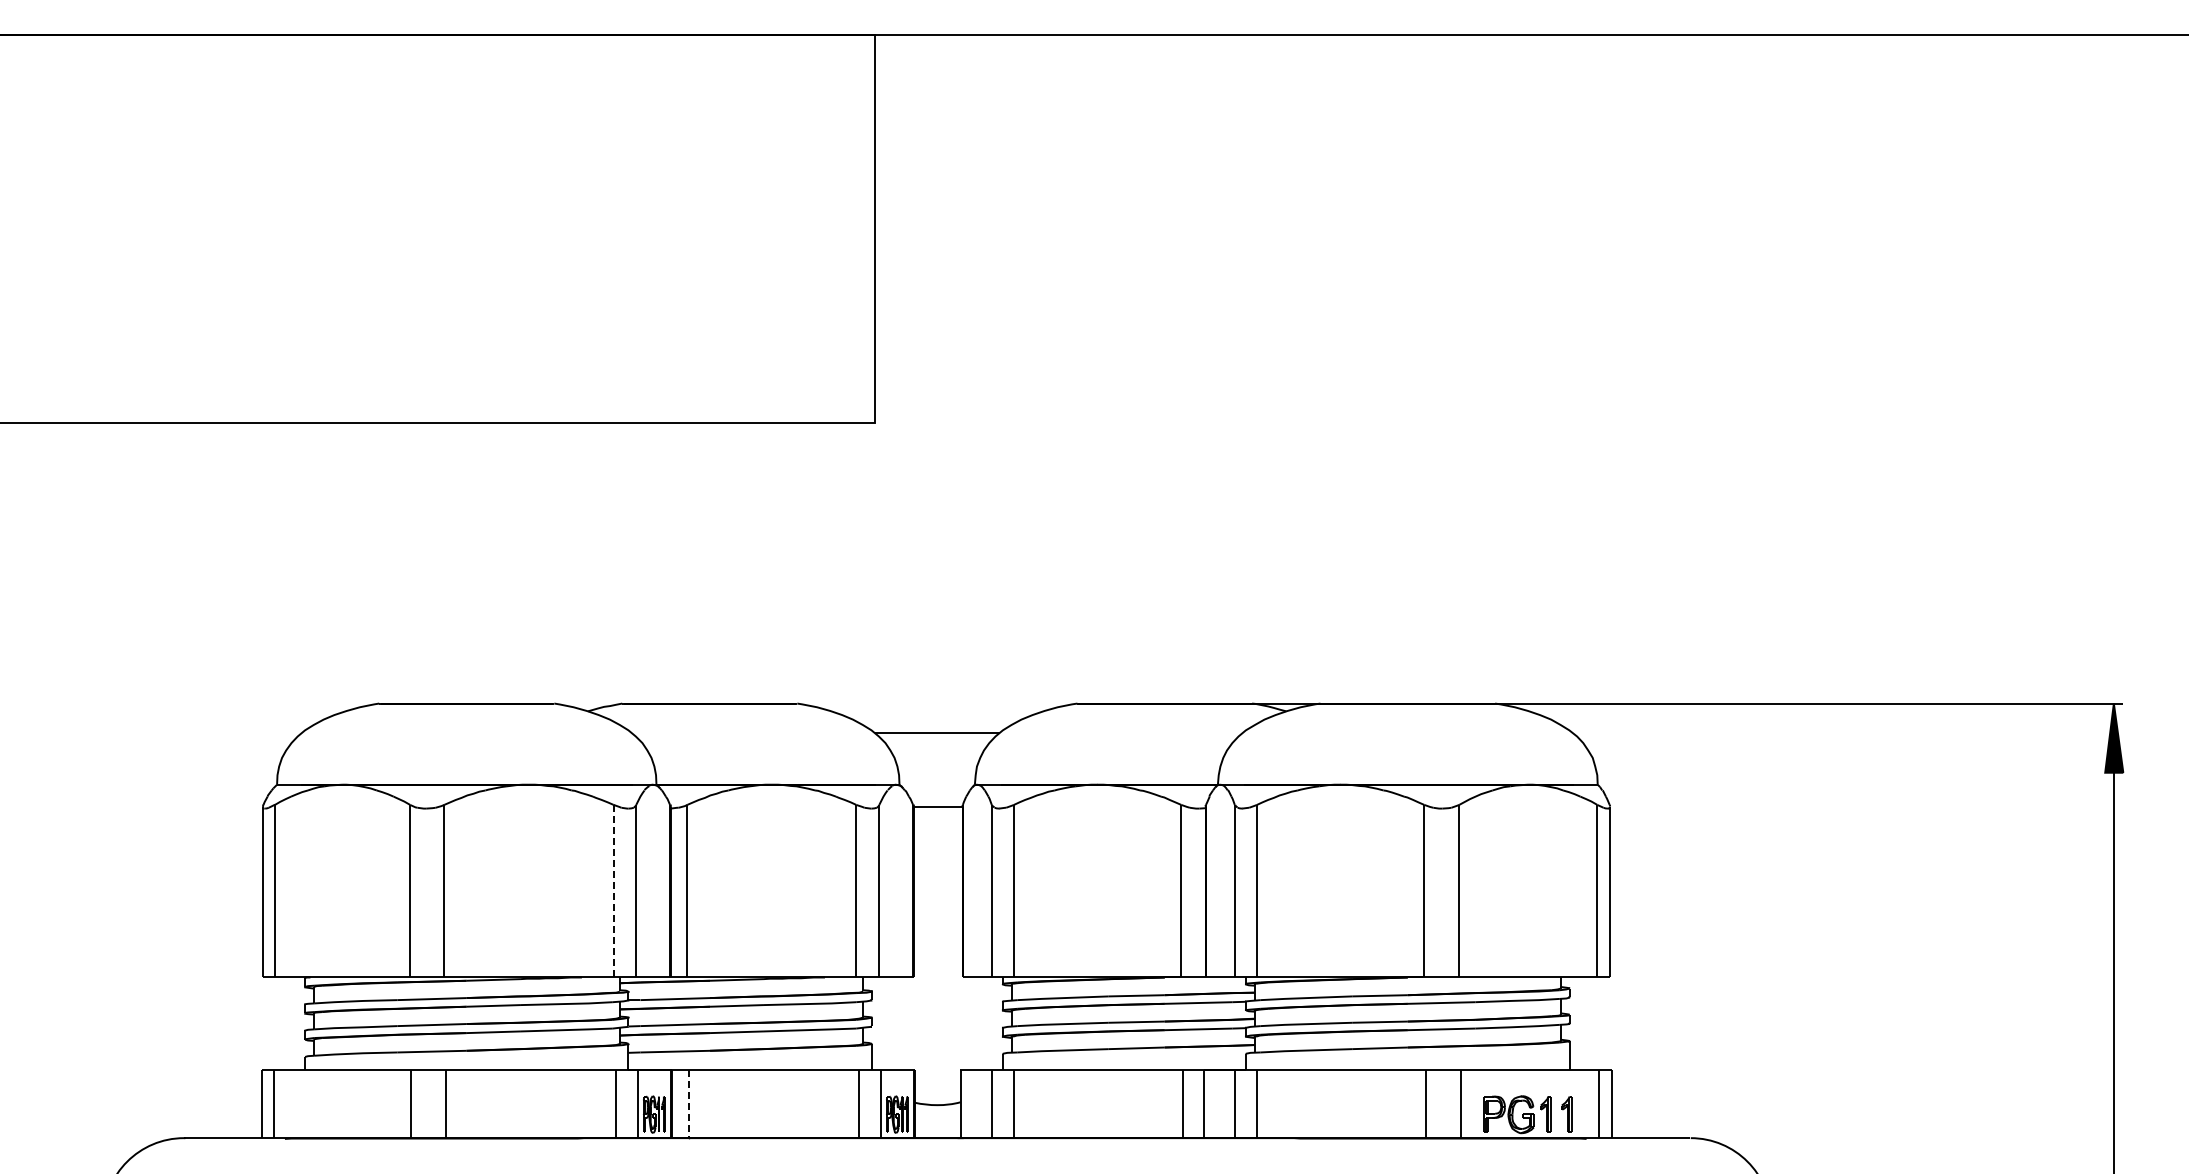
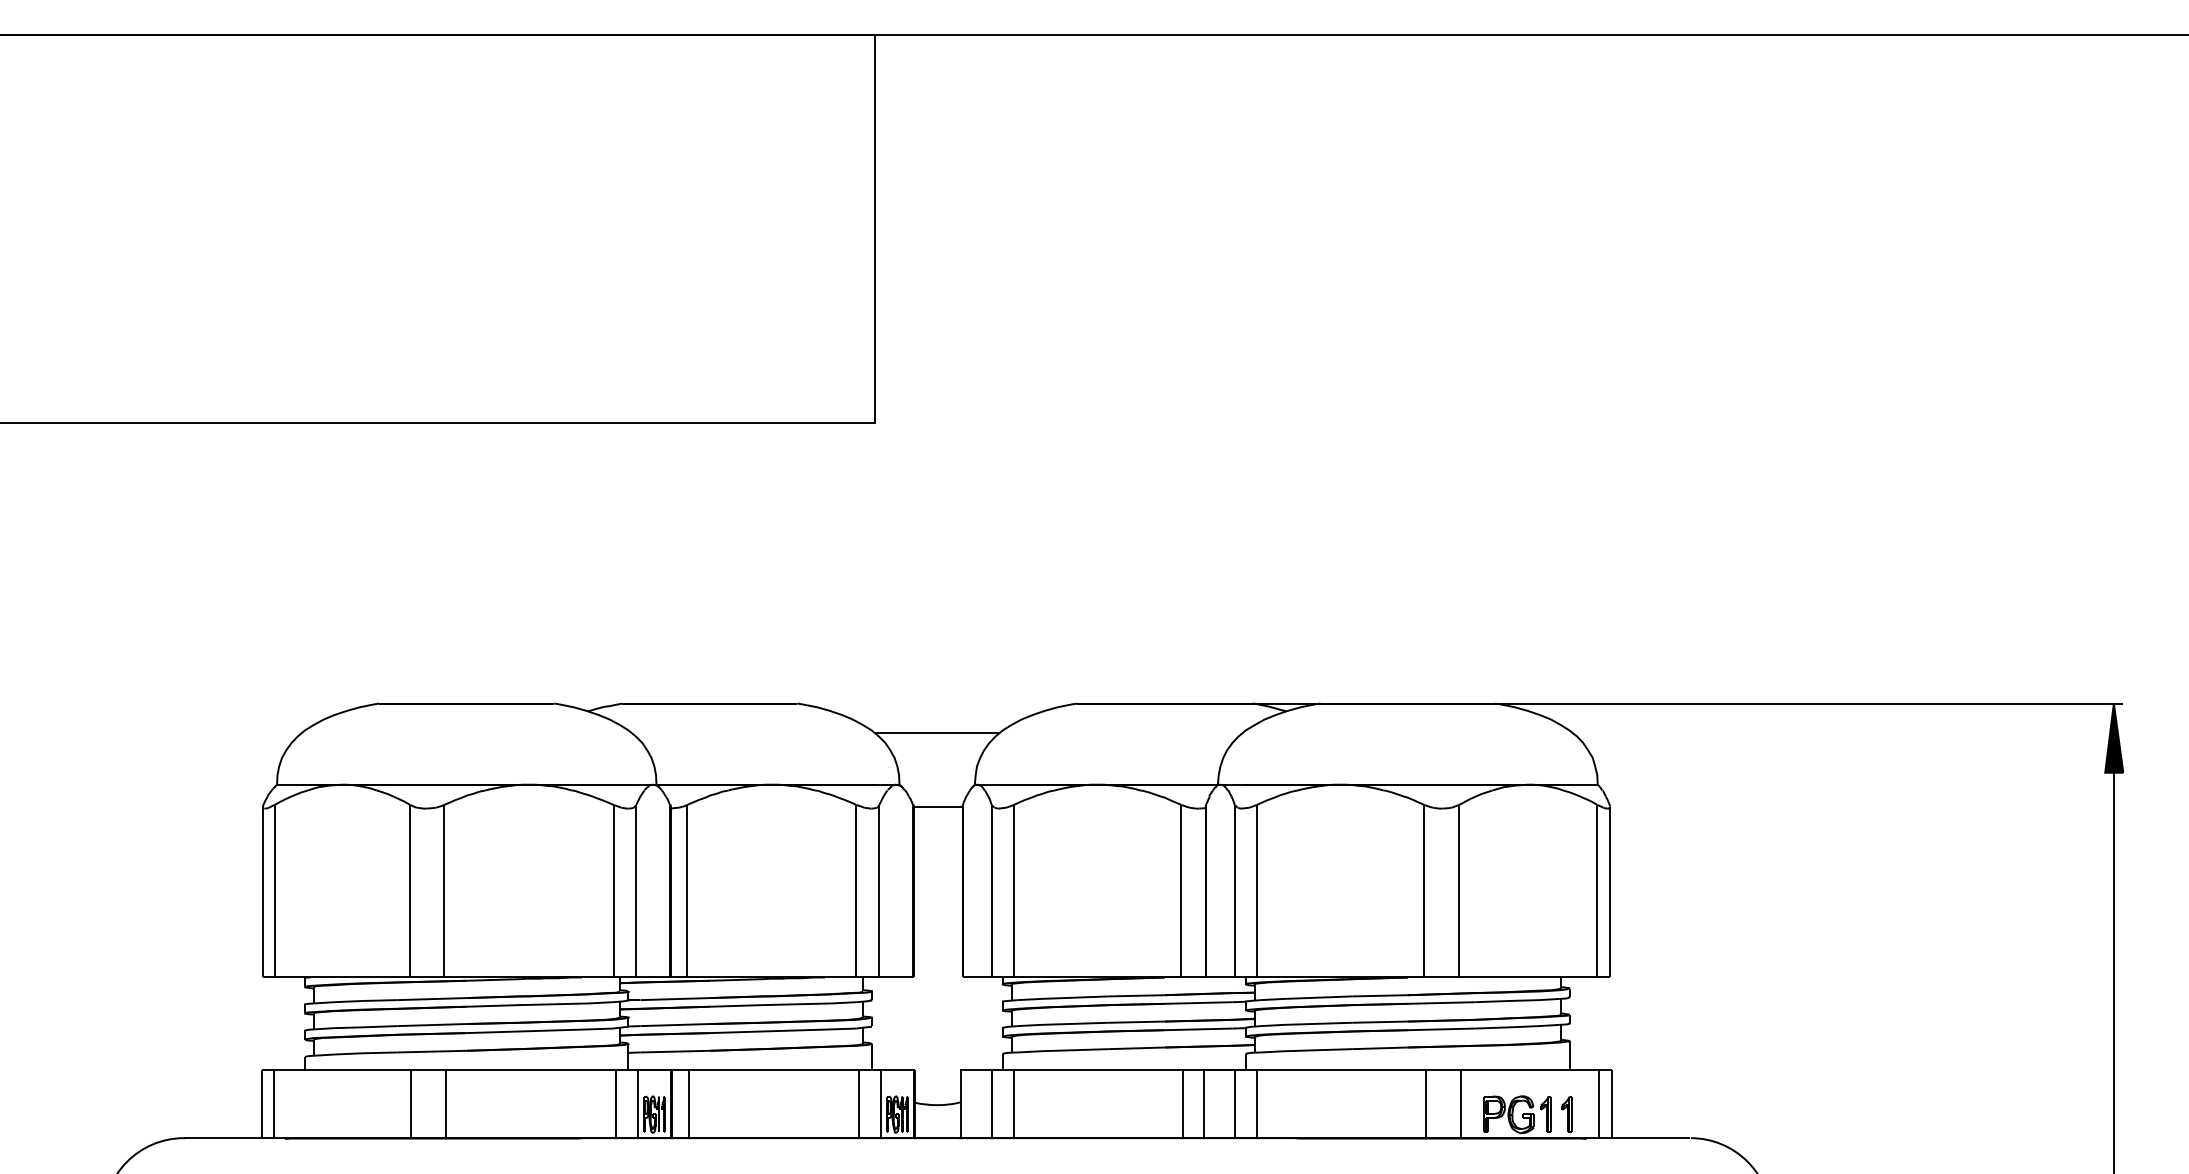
line at (613, 890): dashed -> solid
line at (689, 1105): dashed -> solid
